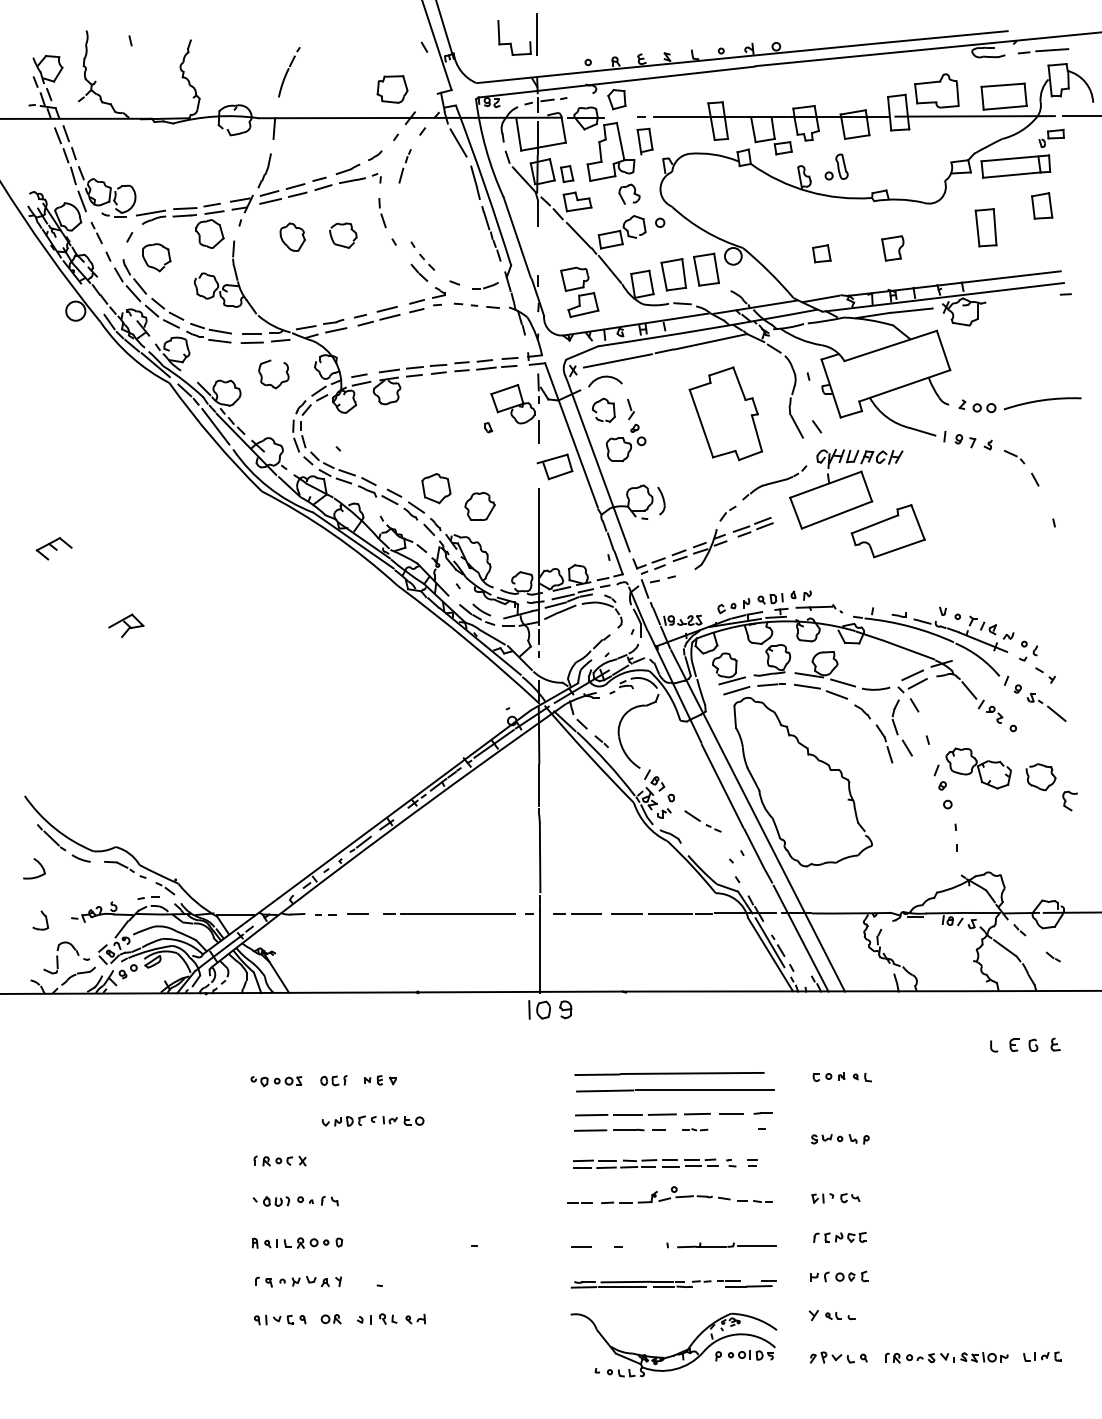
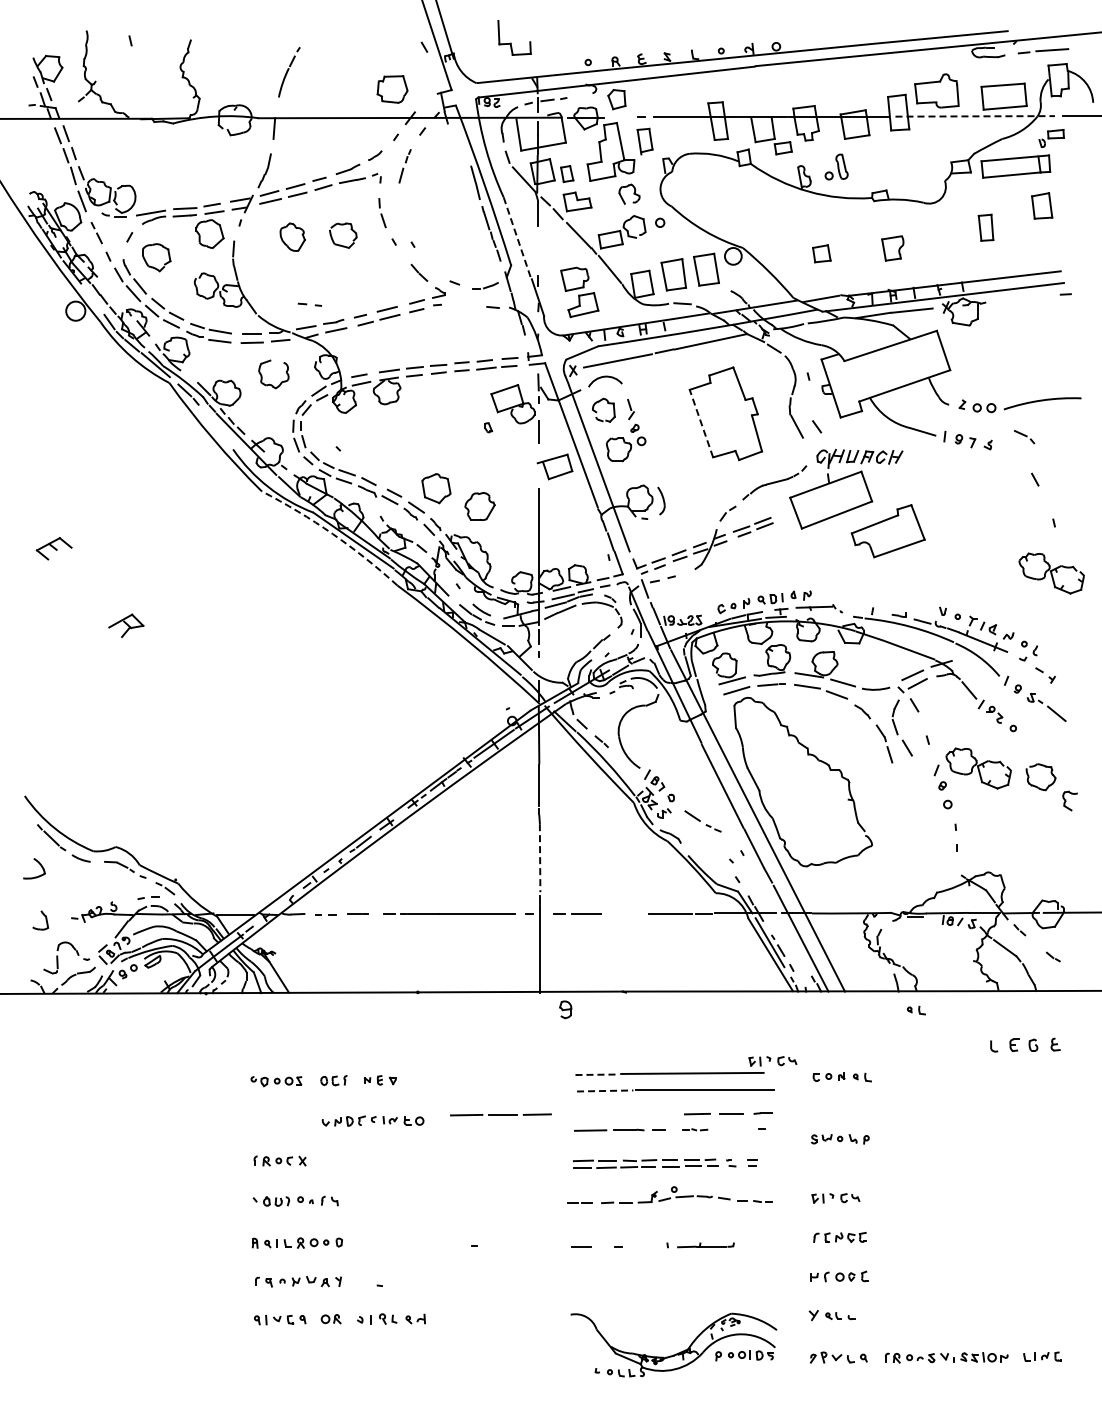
line at (537, 34): present -> none
line at (975, 116): solid -> dashed
line at (458, 142): present -> none
part at (985, 227) size: 24x40 px -> 18x29 px
line at (517, 238): solid -> dashed
part at (427, 261): present -> none
part at (465, 304) position: (465, 304) -> (309, 304)
line at (701, 423): solid -> dashed
line at (215, 426): present -> none
part at (1014, 457) position: (1014, 457) -> (1024, 437)
arc at (332, 533): solid -> dashed
part at (1051, 573): none -> present
line at (540, 858): solid -> dashed
line at (626, 913): present -> none
part at (539, 1009): present -> none
part at (916, 1010): none -> present
part at (772, 1061): none -> present
line at (598, 1074): solid -> dashed
line at (605, 1090): solid -> dashed
line at (625, 1114) position: (625, 1114) -> (500, 1114)
line at (756, 1246): present -> none
part at (673, 1284): present -> none
